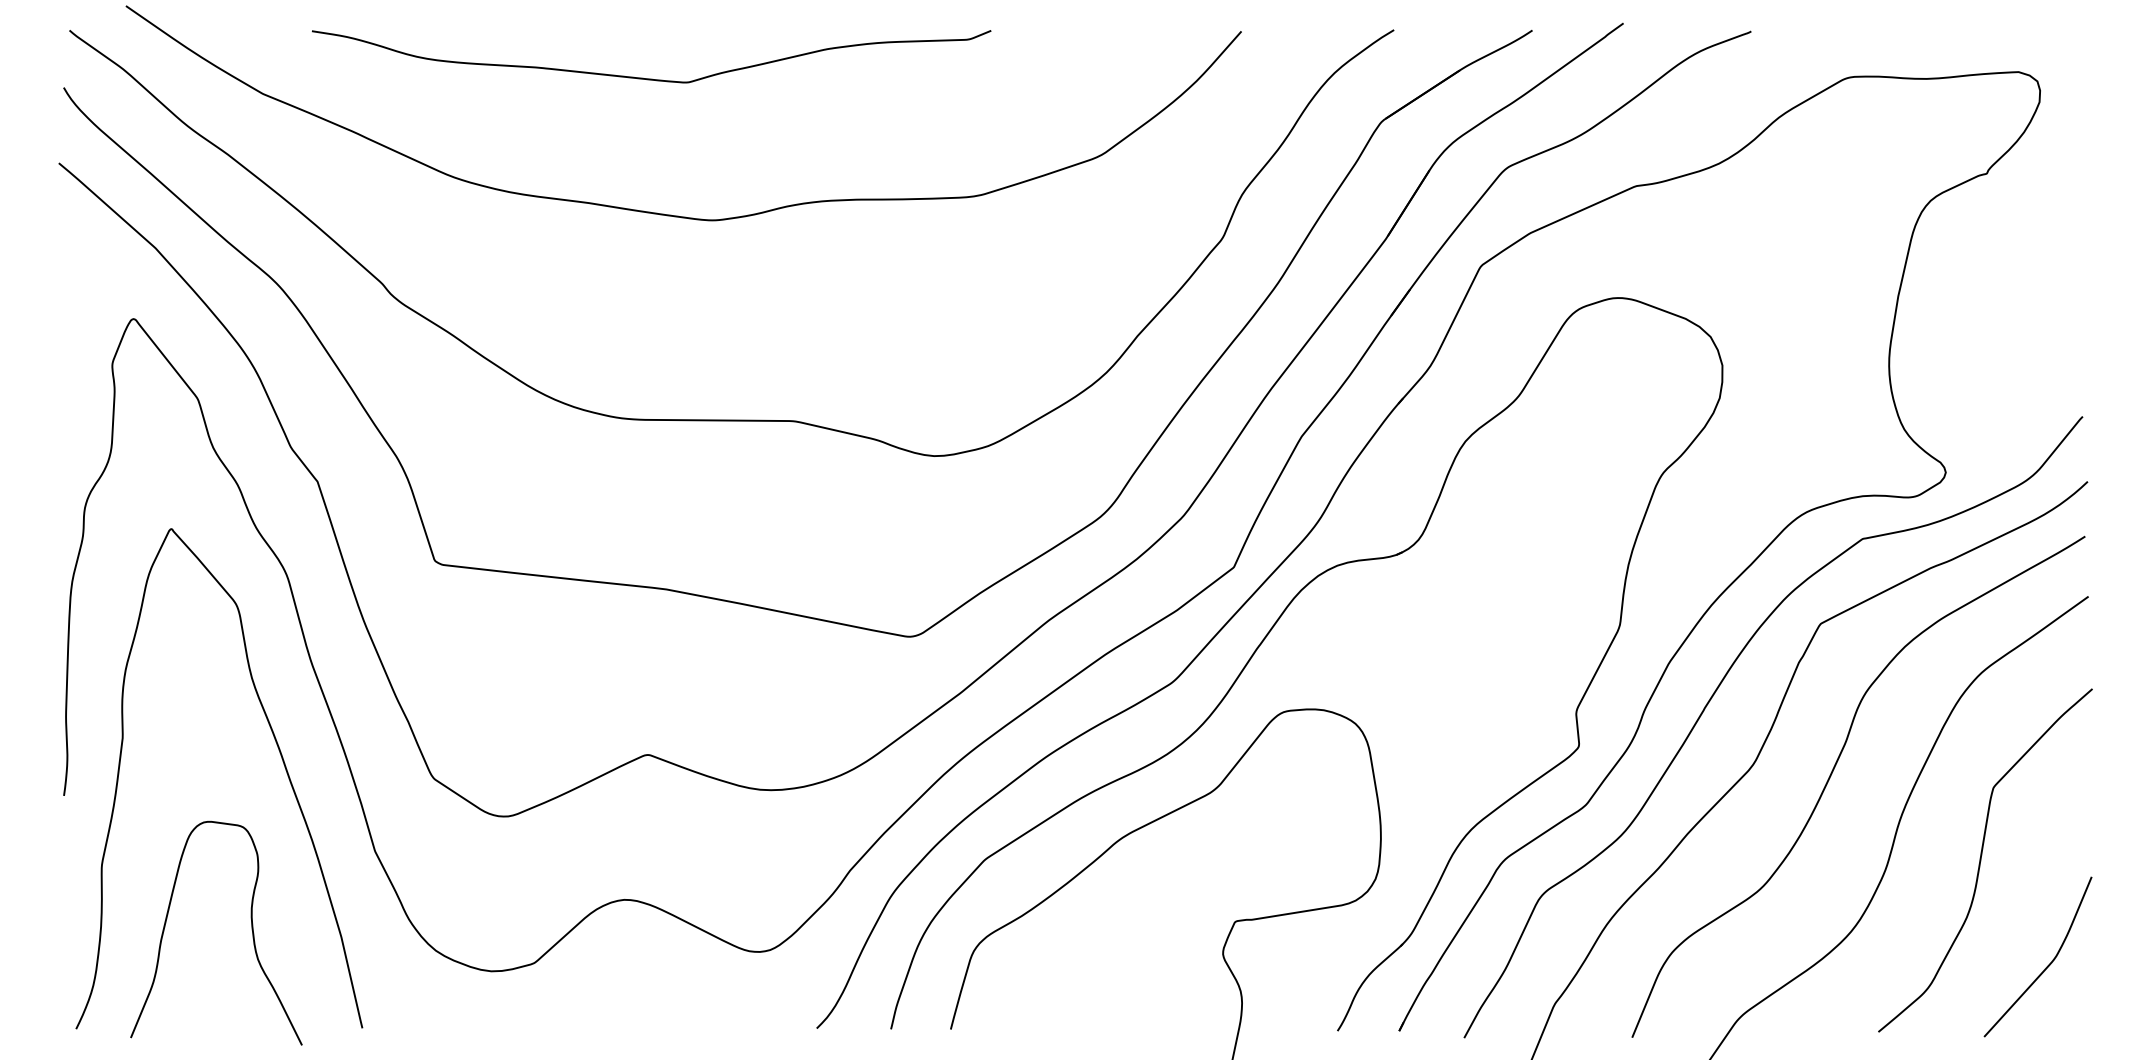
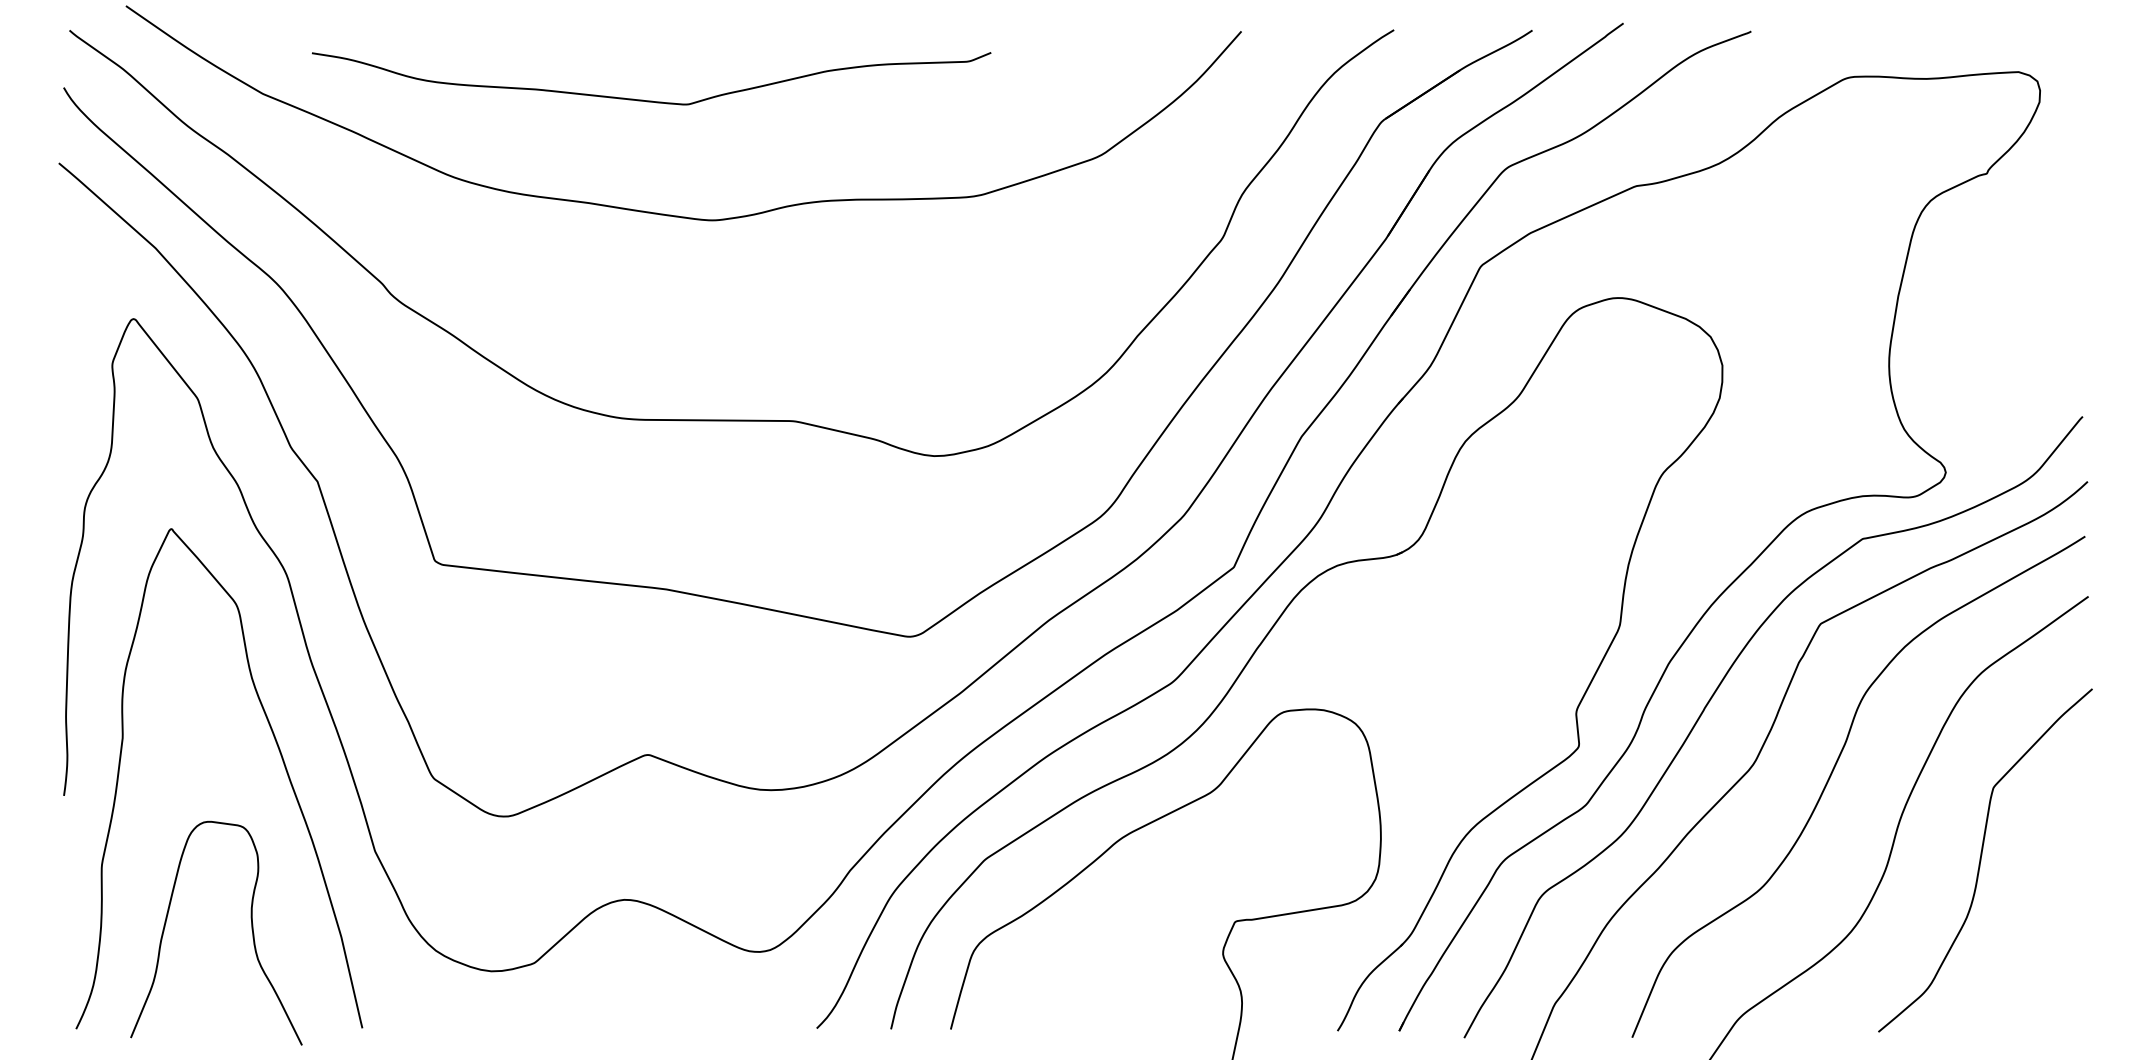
curve at (651, 78) position: (651, 78) -> (651, 100)
curve at (2047, 965): present -> none
